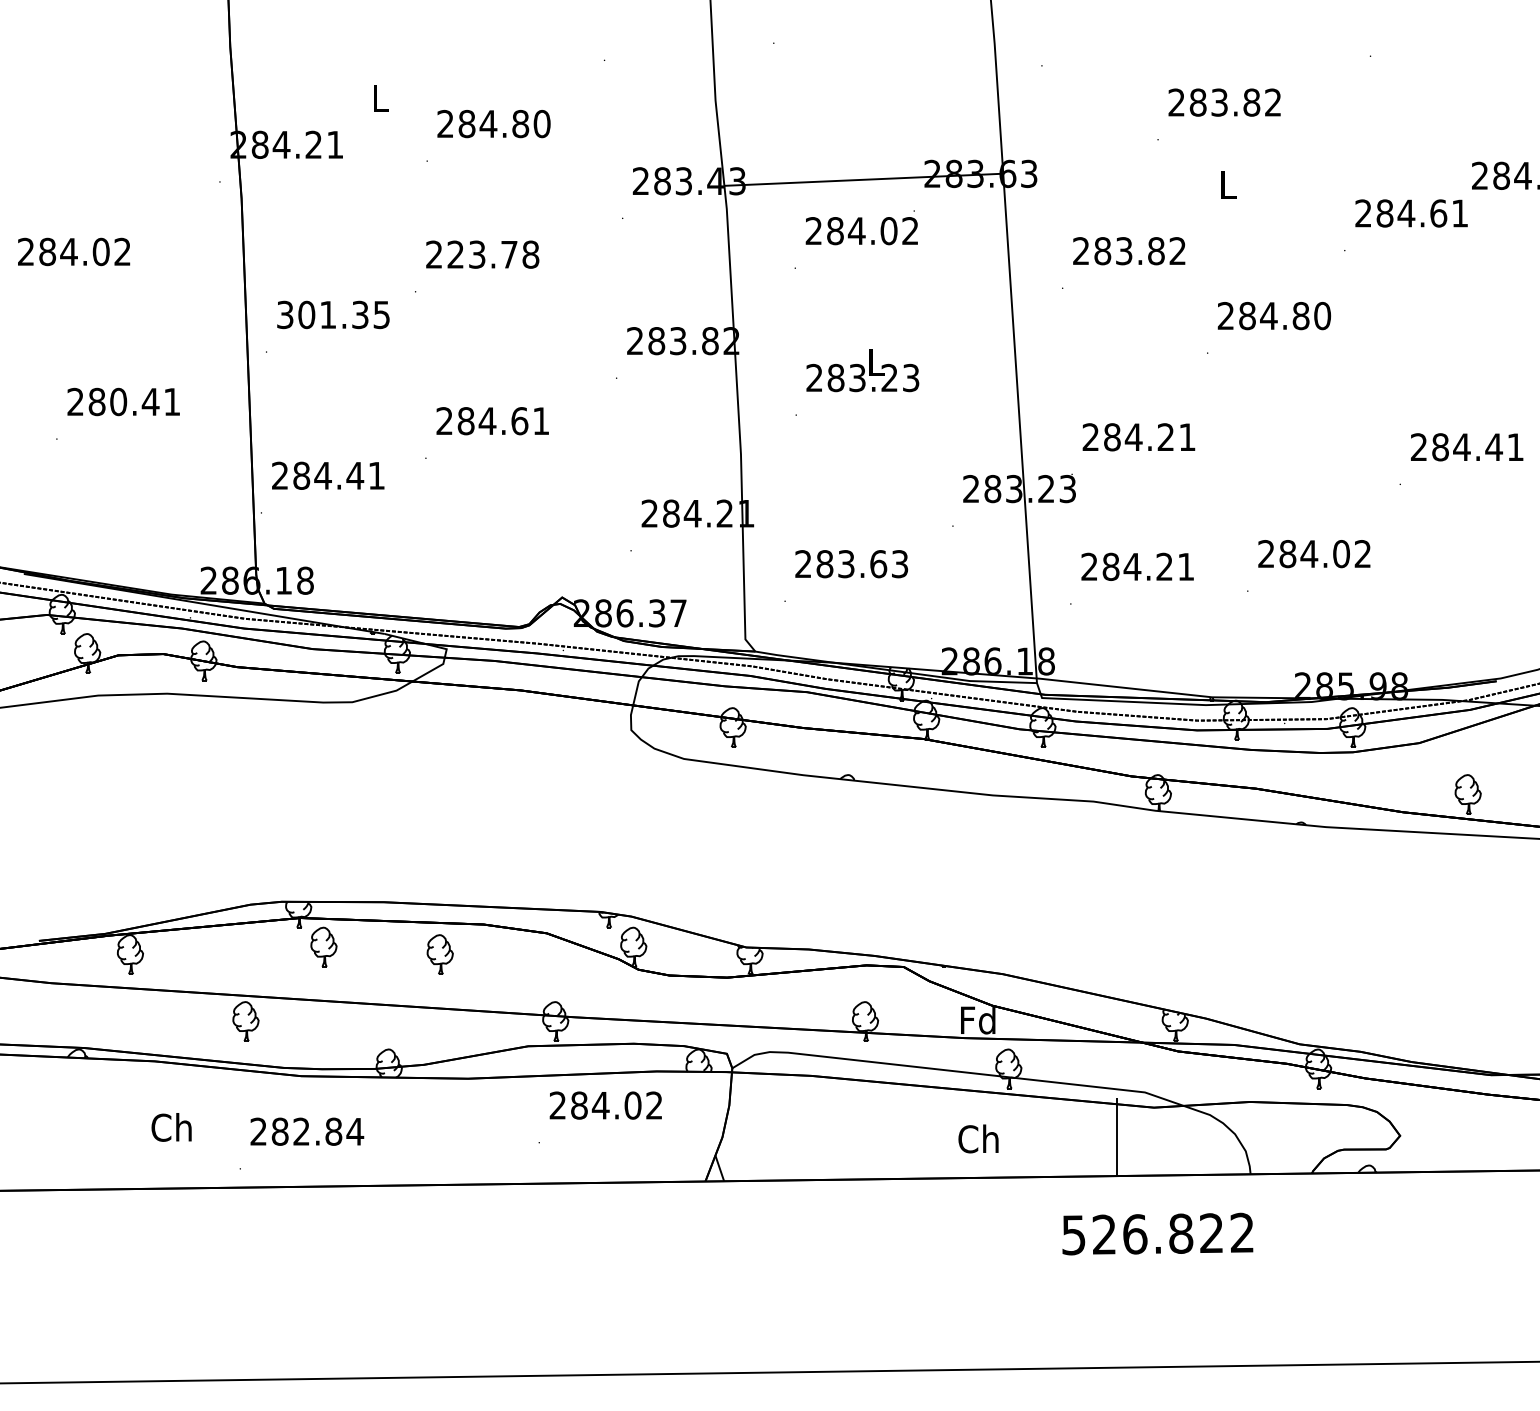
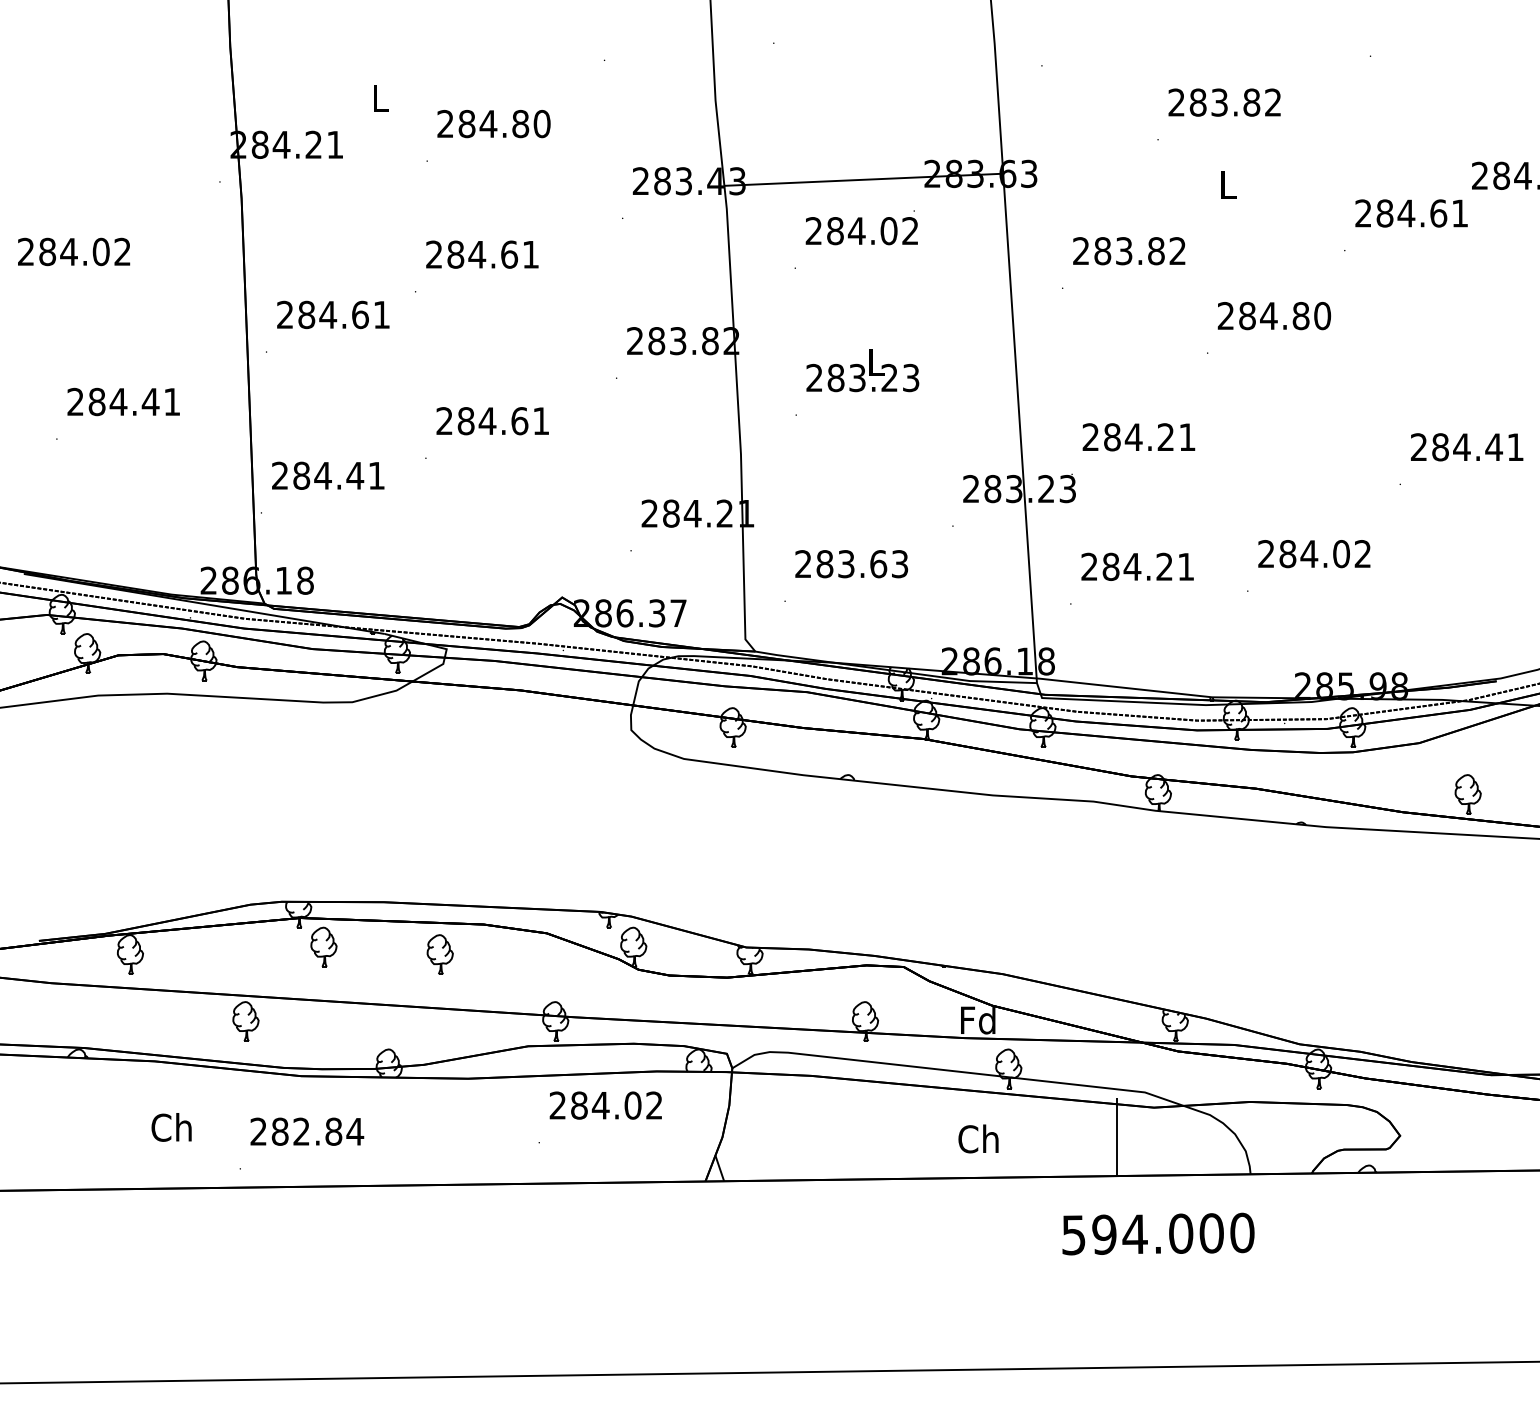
text at (493, 254): 223.78 -> 284.61
text at (333, 314): 301.35 -> 284.61
text at (118, 401): 280.41 -> 284.41
text at (1173, 1233): 526.822 -> 594.000
